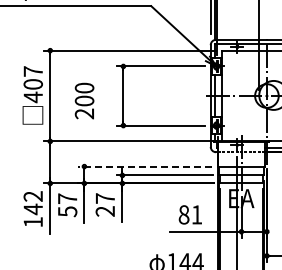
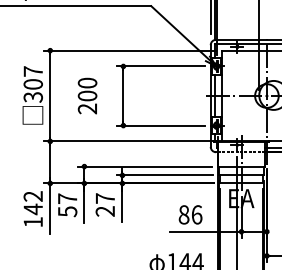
text at (33, 97): 407 -> 307
text at (84, 100) position: (84, 100) -> (87, 95)
line at (145, 166): dashed -> solid
text at (197, 214): 81 -> 86
